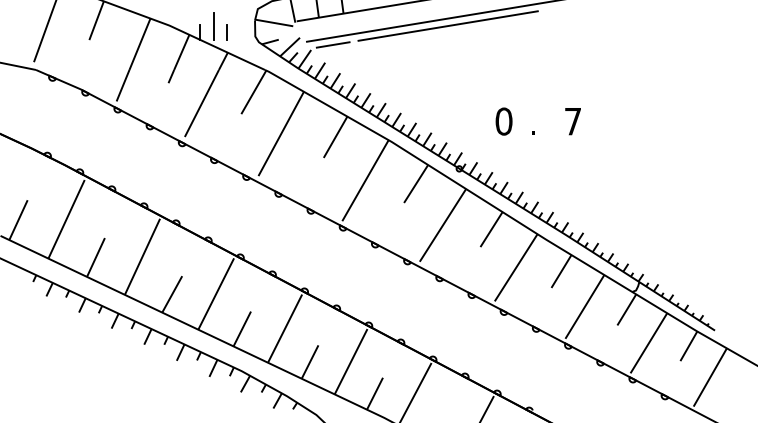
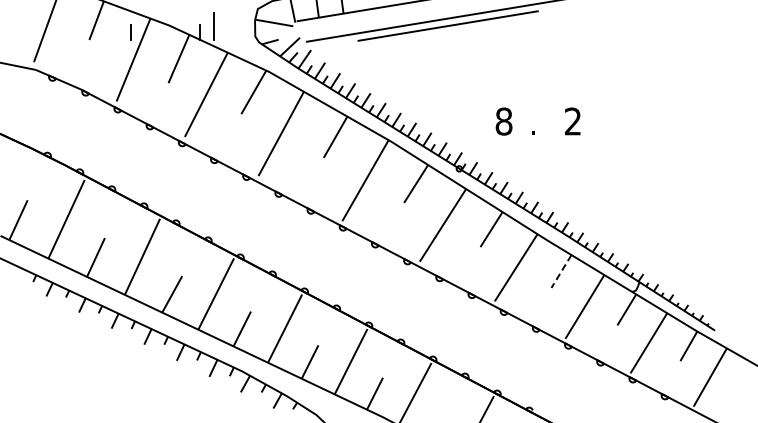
line at (226, 32) position: (226, 32) -> (130, 32)
line at (332, 44): present -> none
text at (503, 121): 0 -> 8
text at (572, 121): 7 -> 2
line at (561, 271): solid -> dashed
